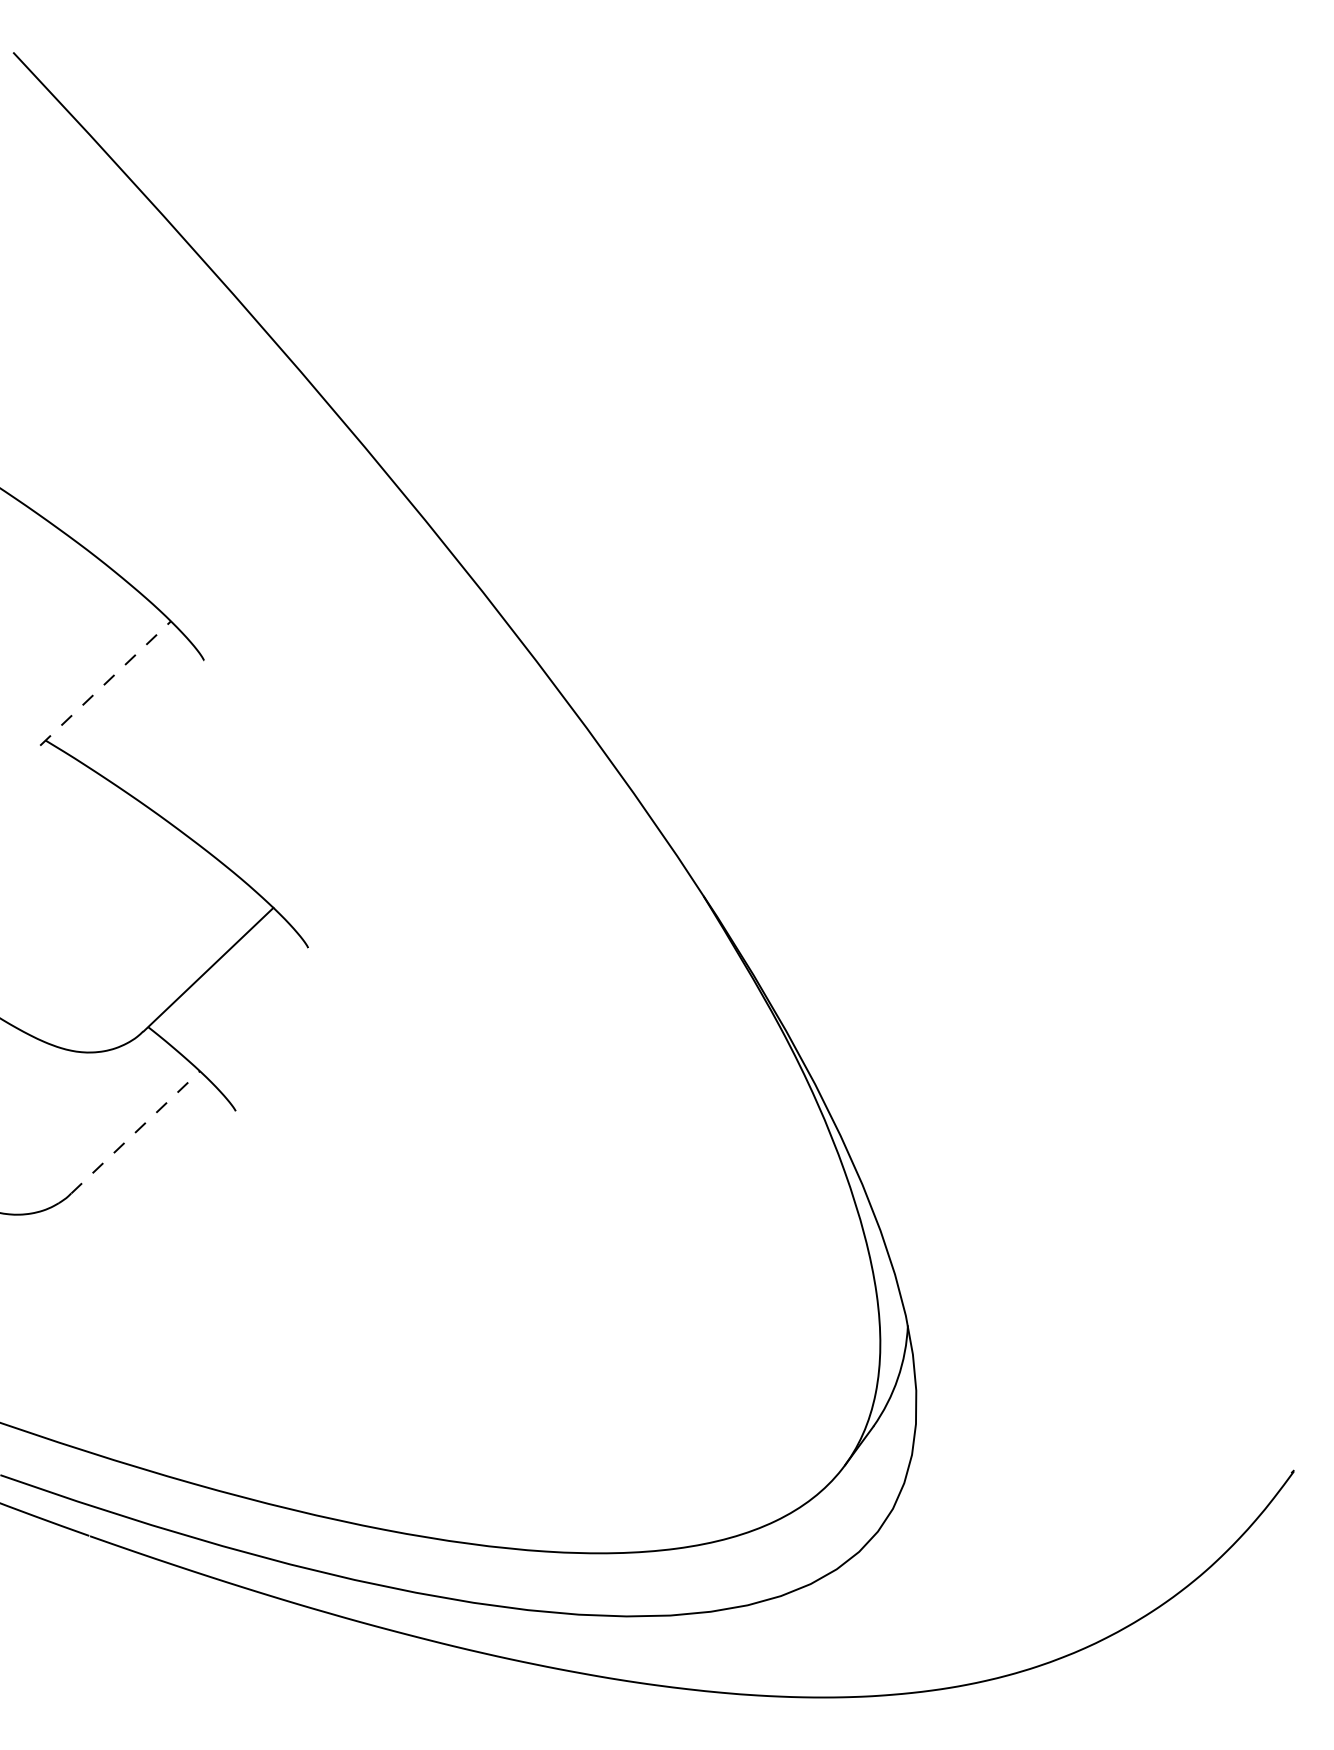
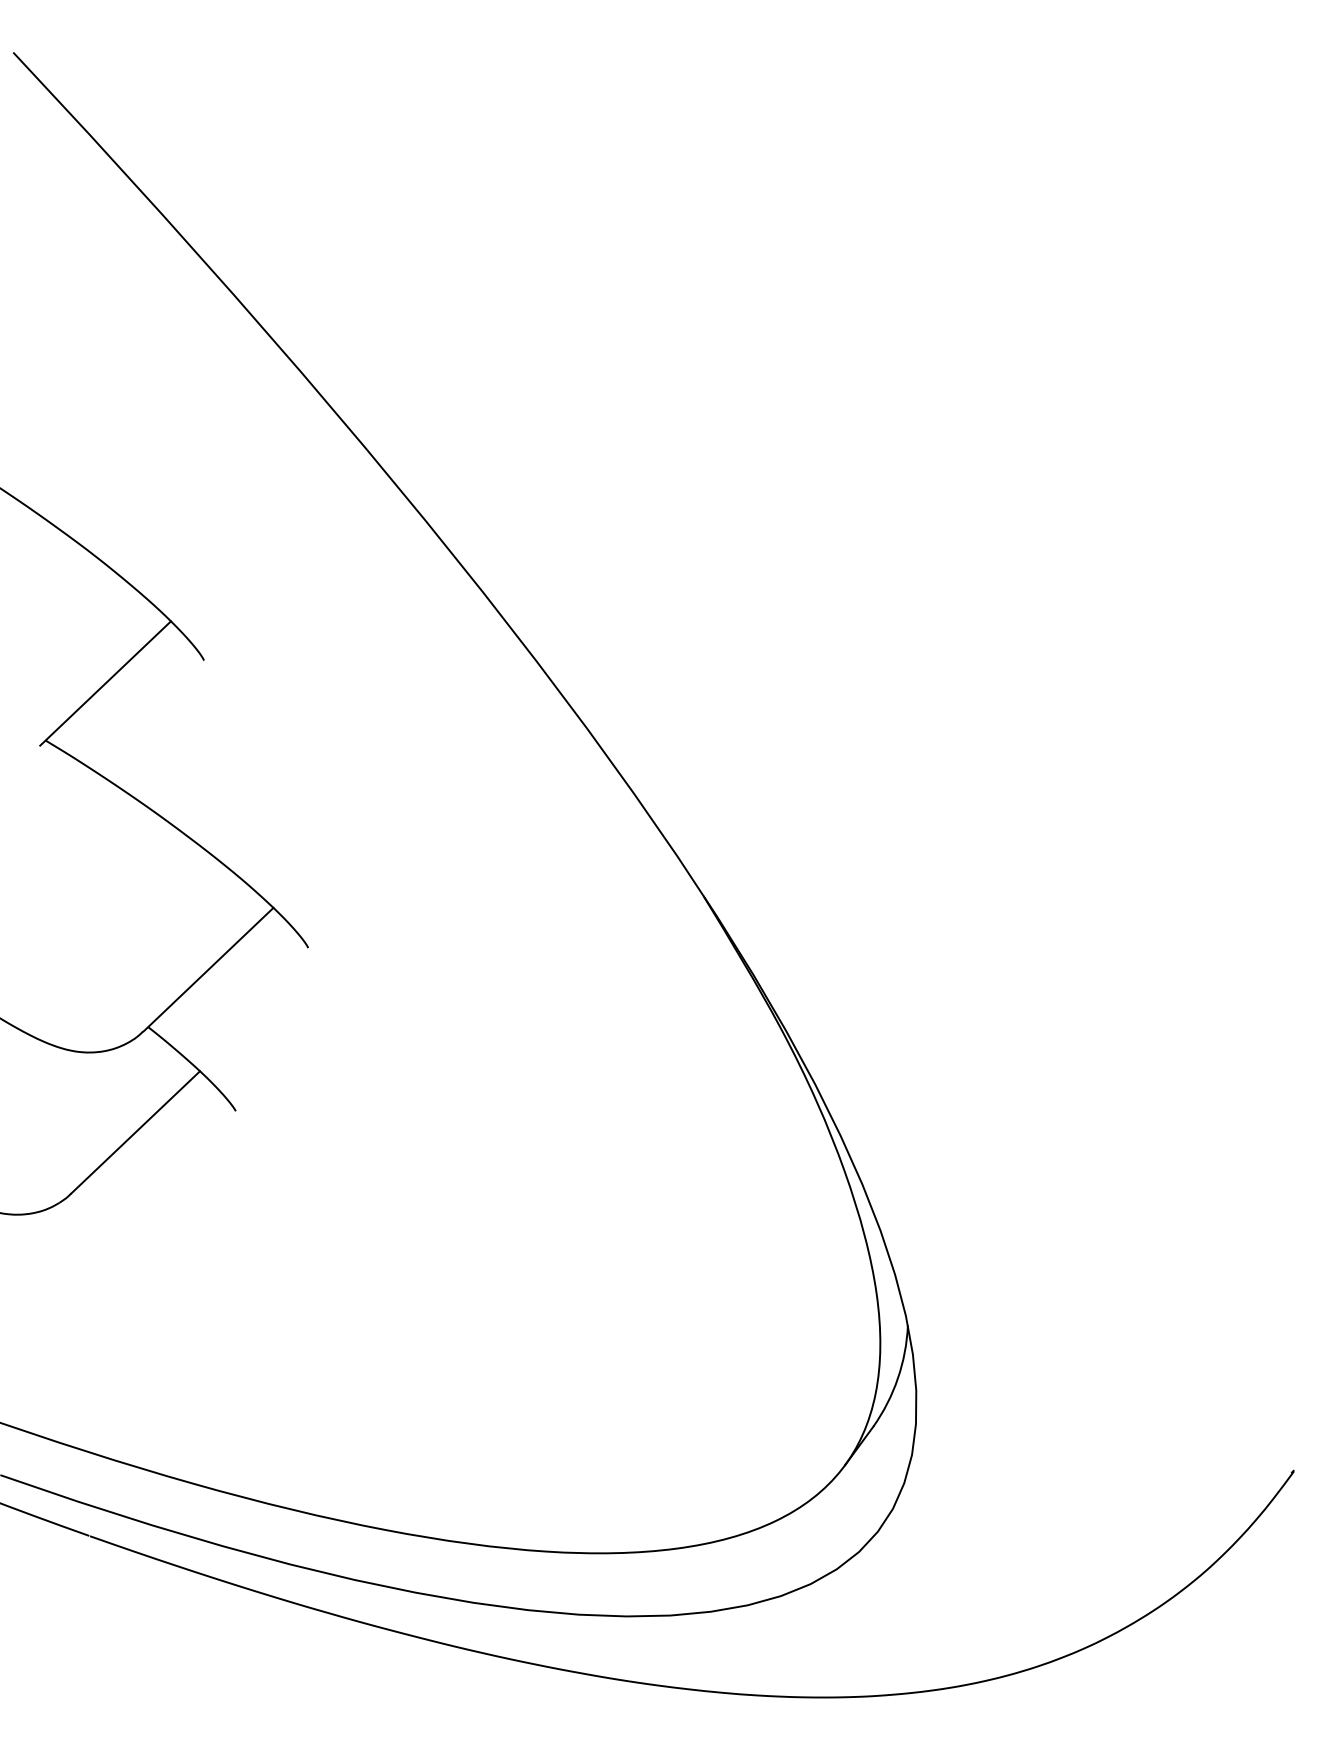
line at (105, 683): dashed -> solid
line at (135, 1132): dashed -> solid
